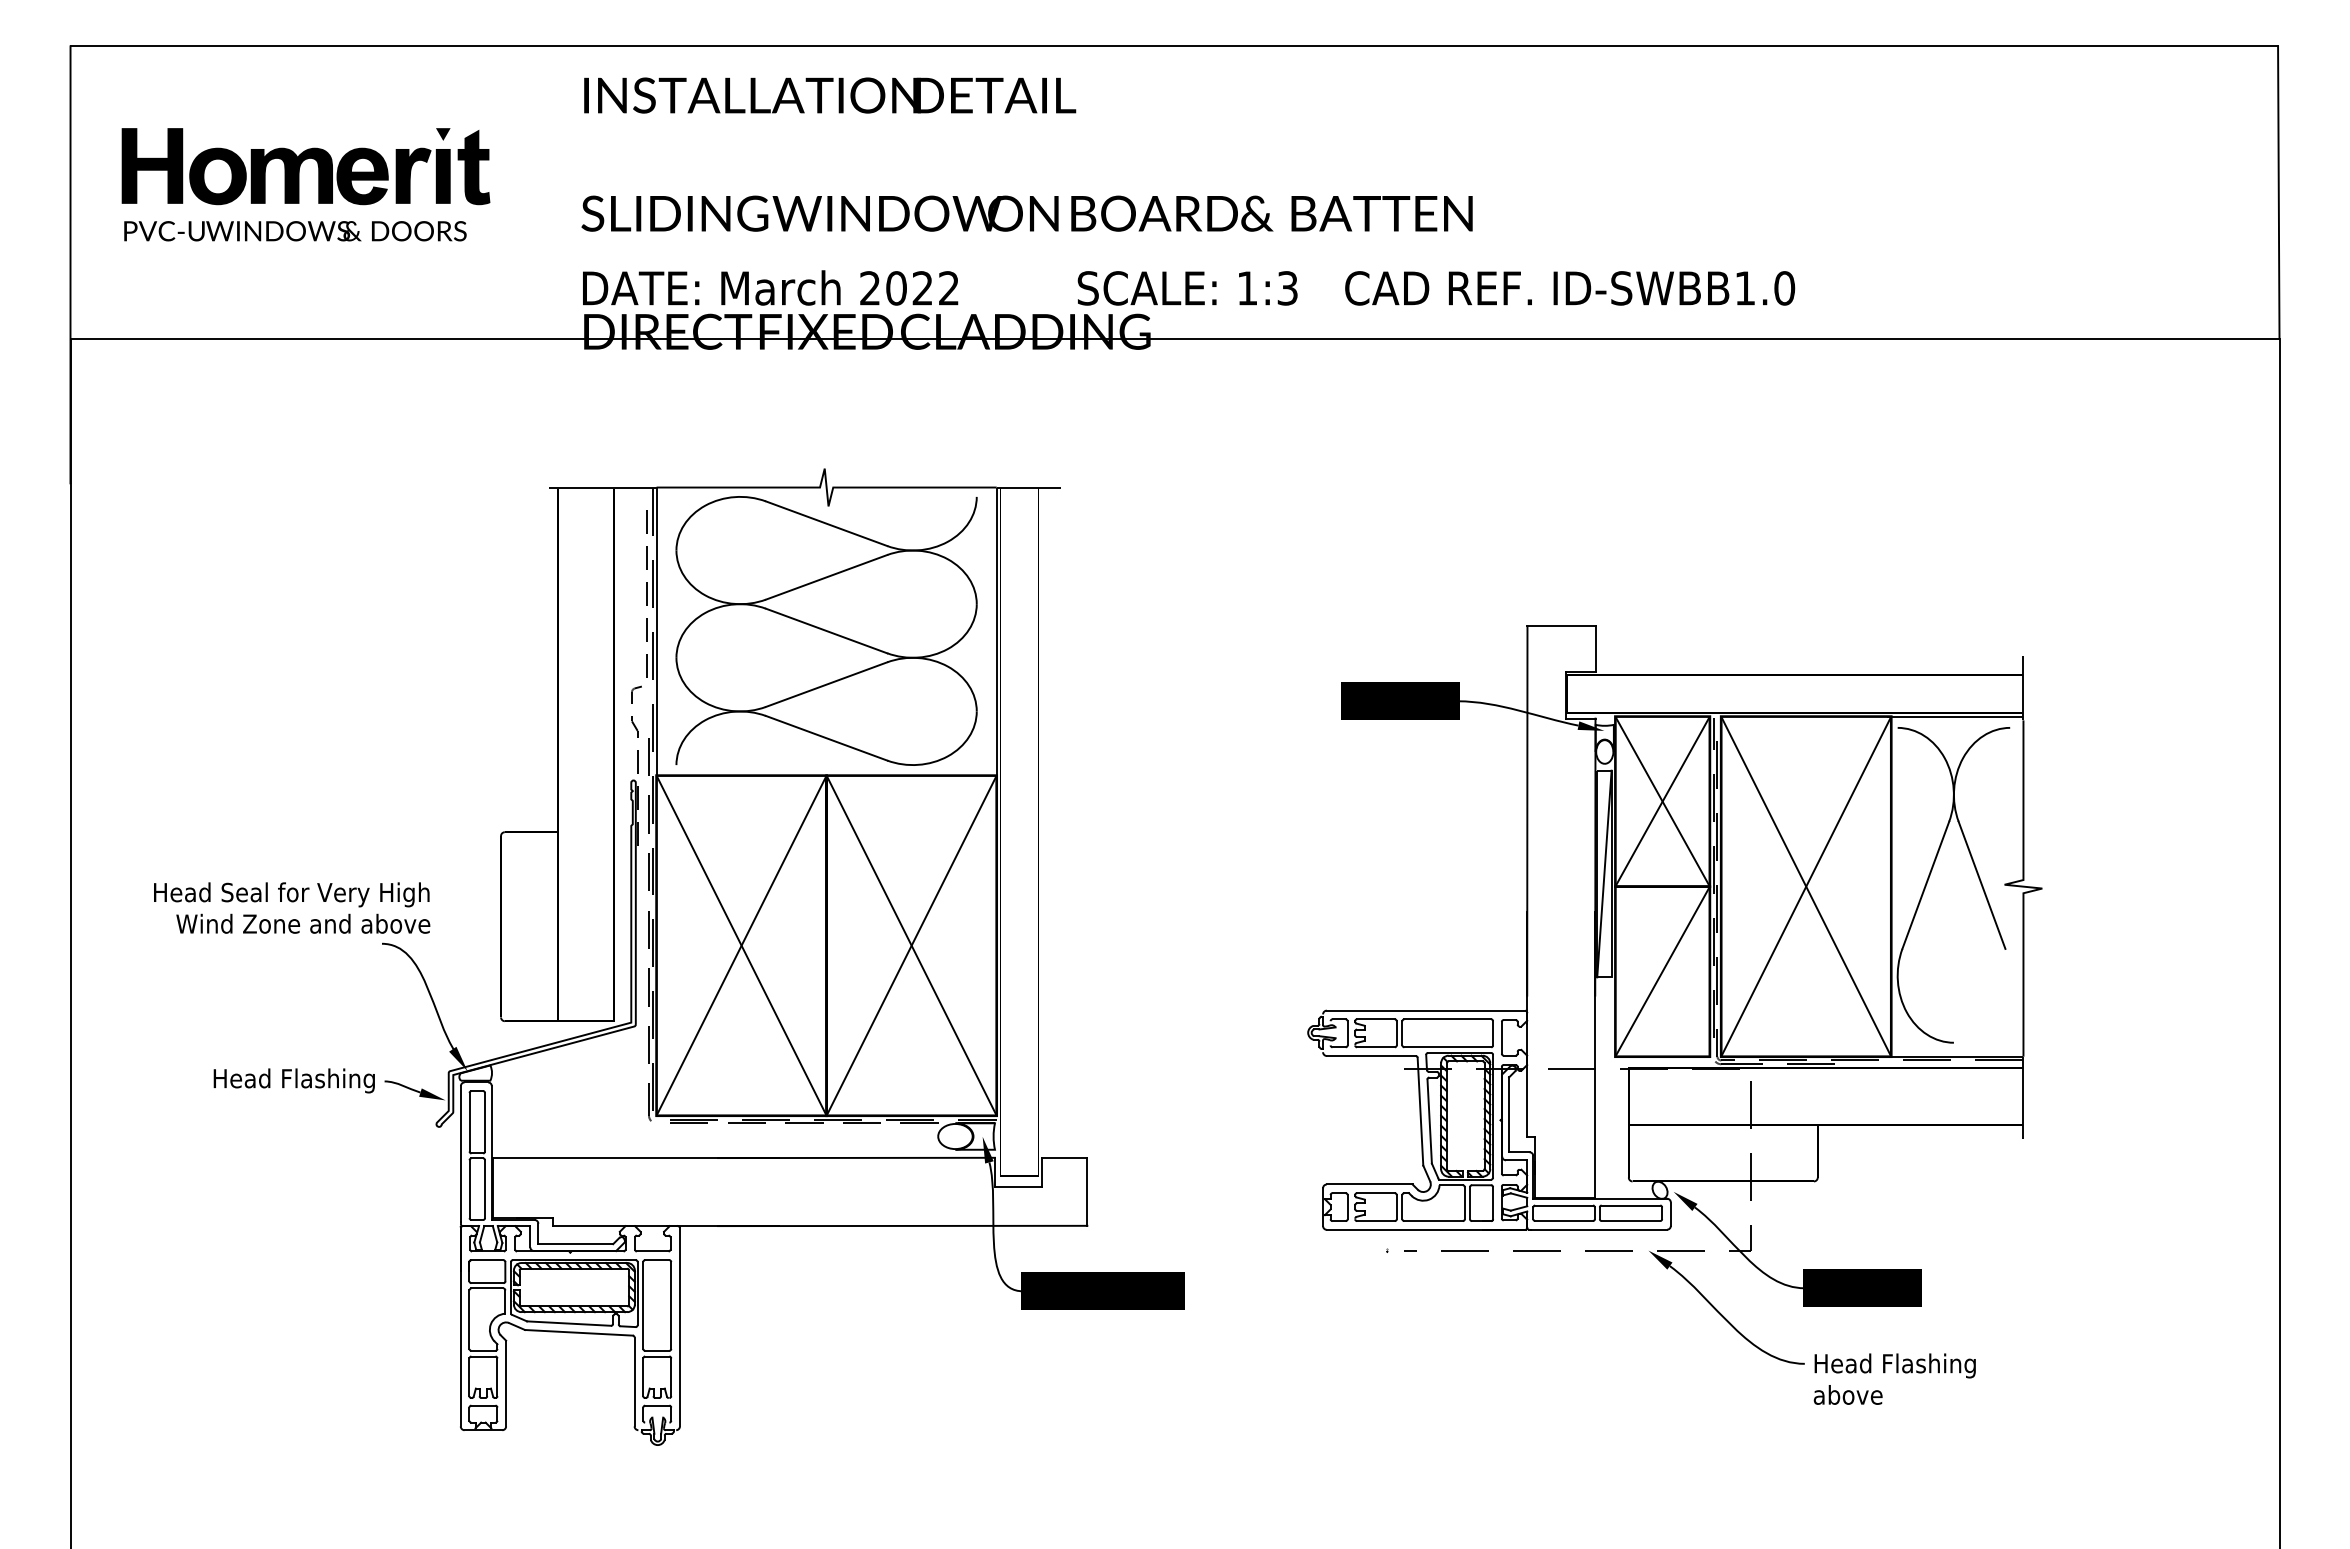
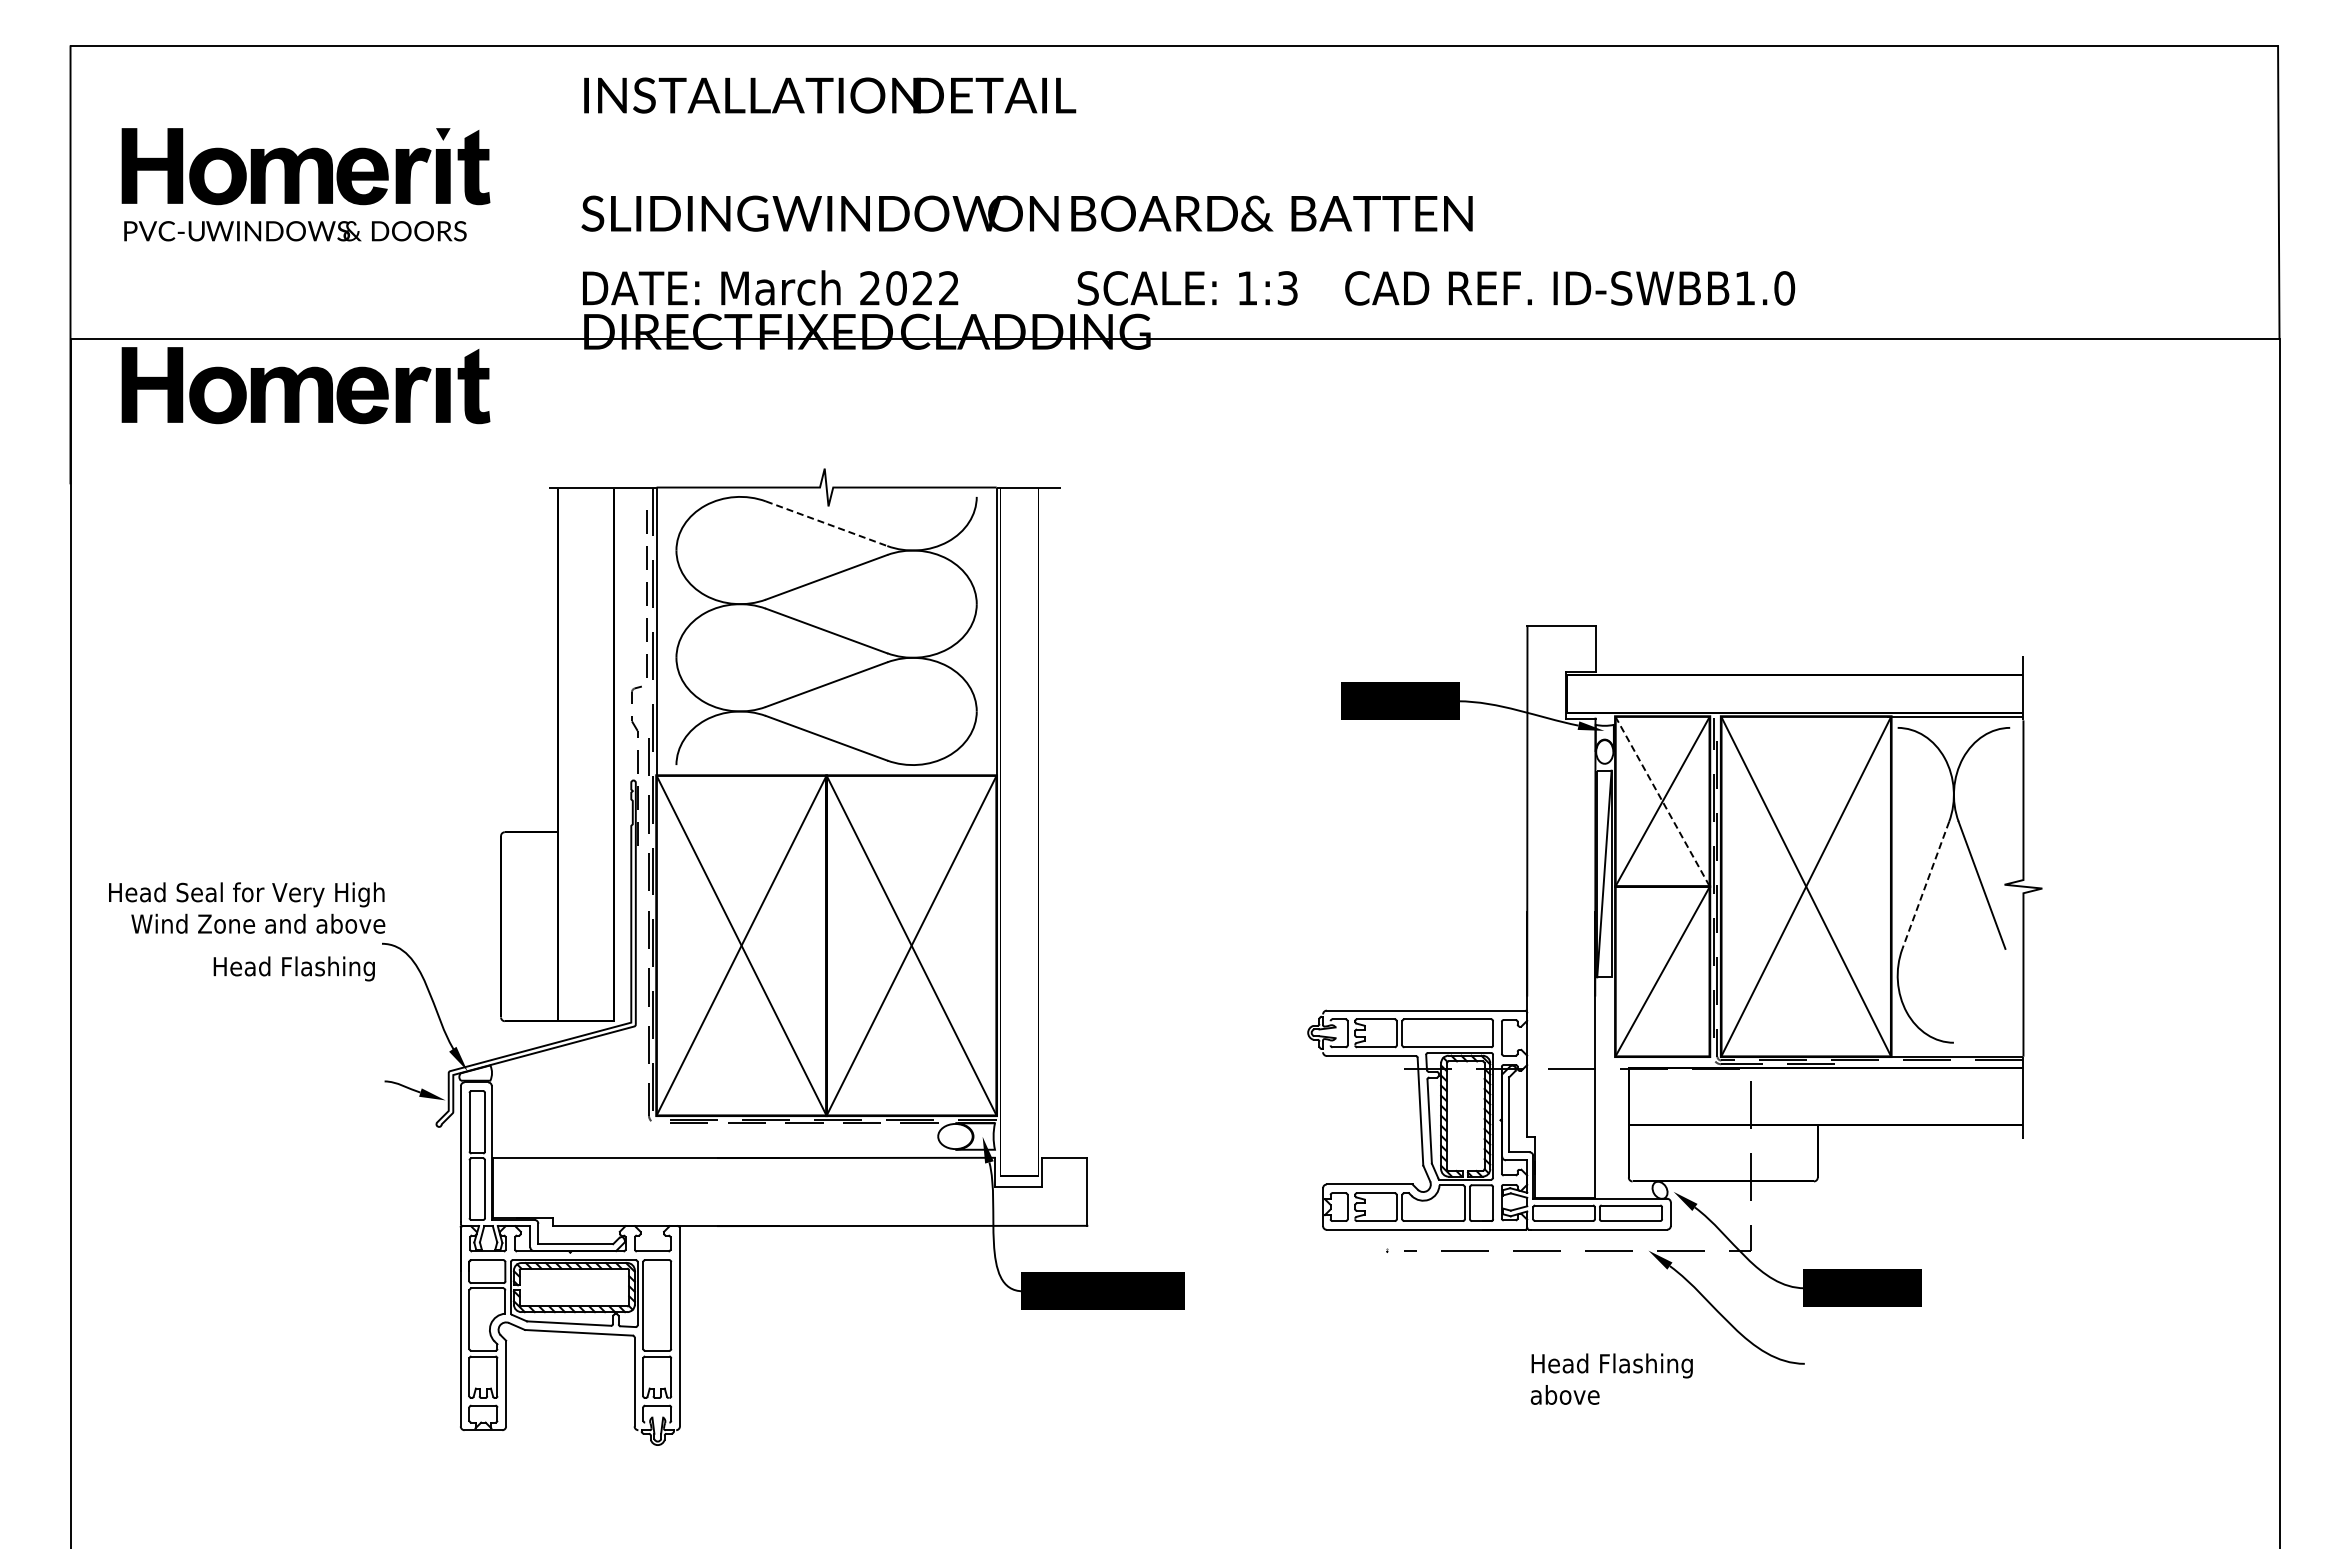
part at (305, 385): none -> present
line at (826, 523): solid -> dashed
line at (1662, 802): solid -> dashed
line at (1925, 885): solid -> dashed
text at (292, 907) position: (292, 907) -> (247, 907)
text at (293, 1080) position: (293, 1080) -> (293, 968)
text at (1894, 1378) position: (1894, 1378) -> (1611, 1378)
